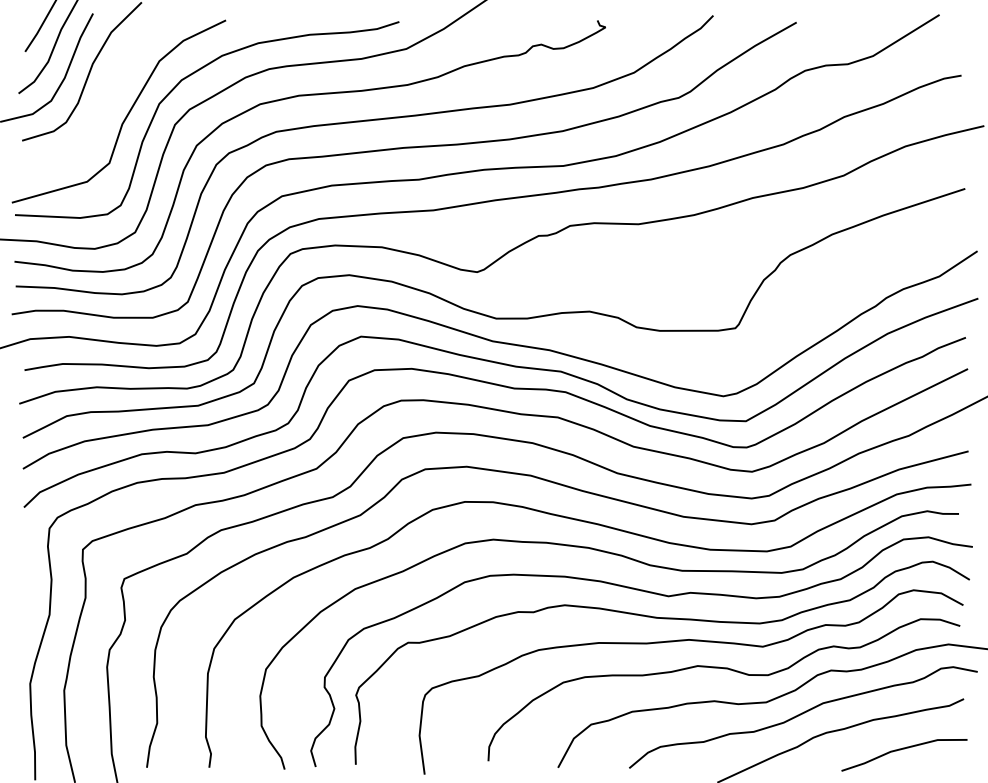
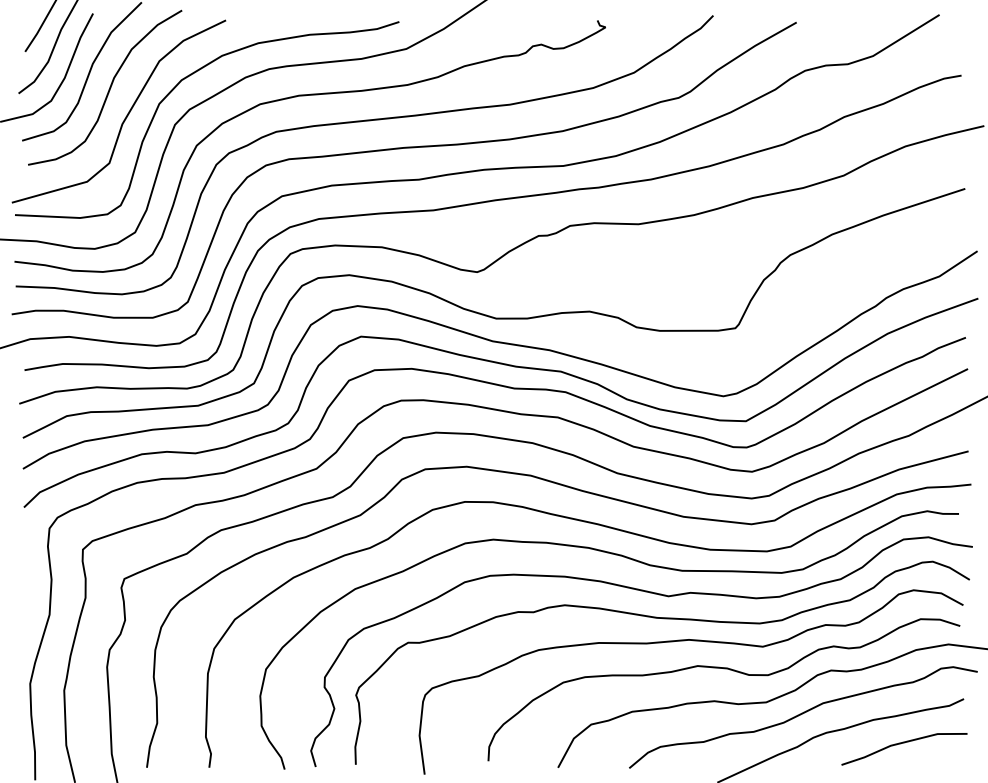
part at (105, 87): none -> present
part at (904, 755) position: (904, 755) -> (904, 749)
